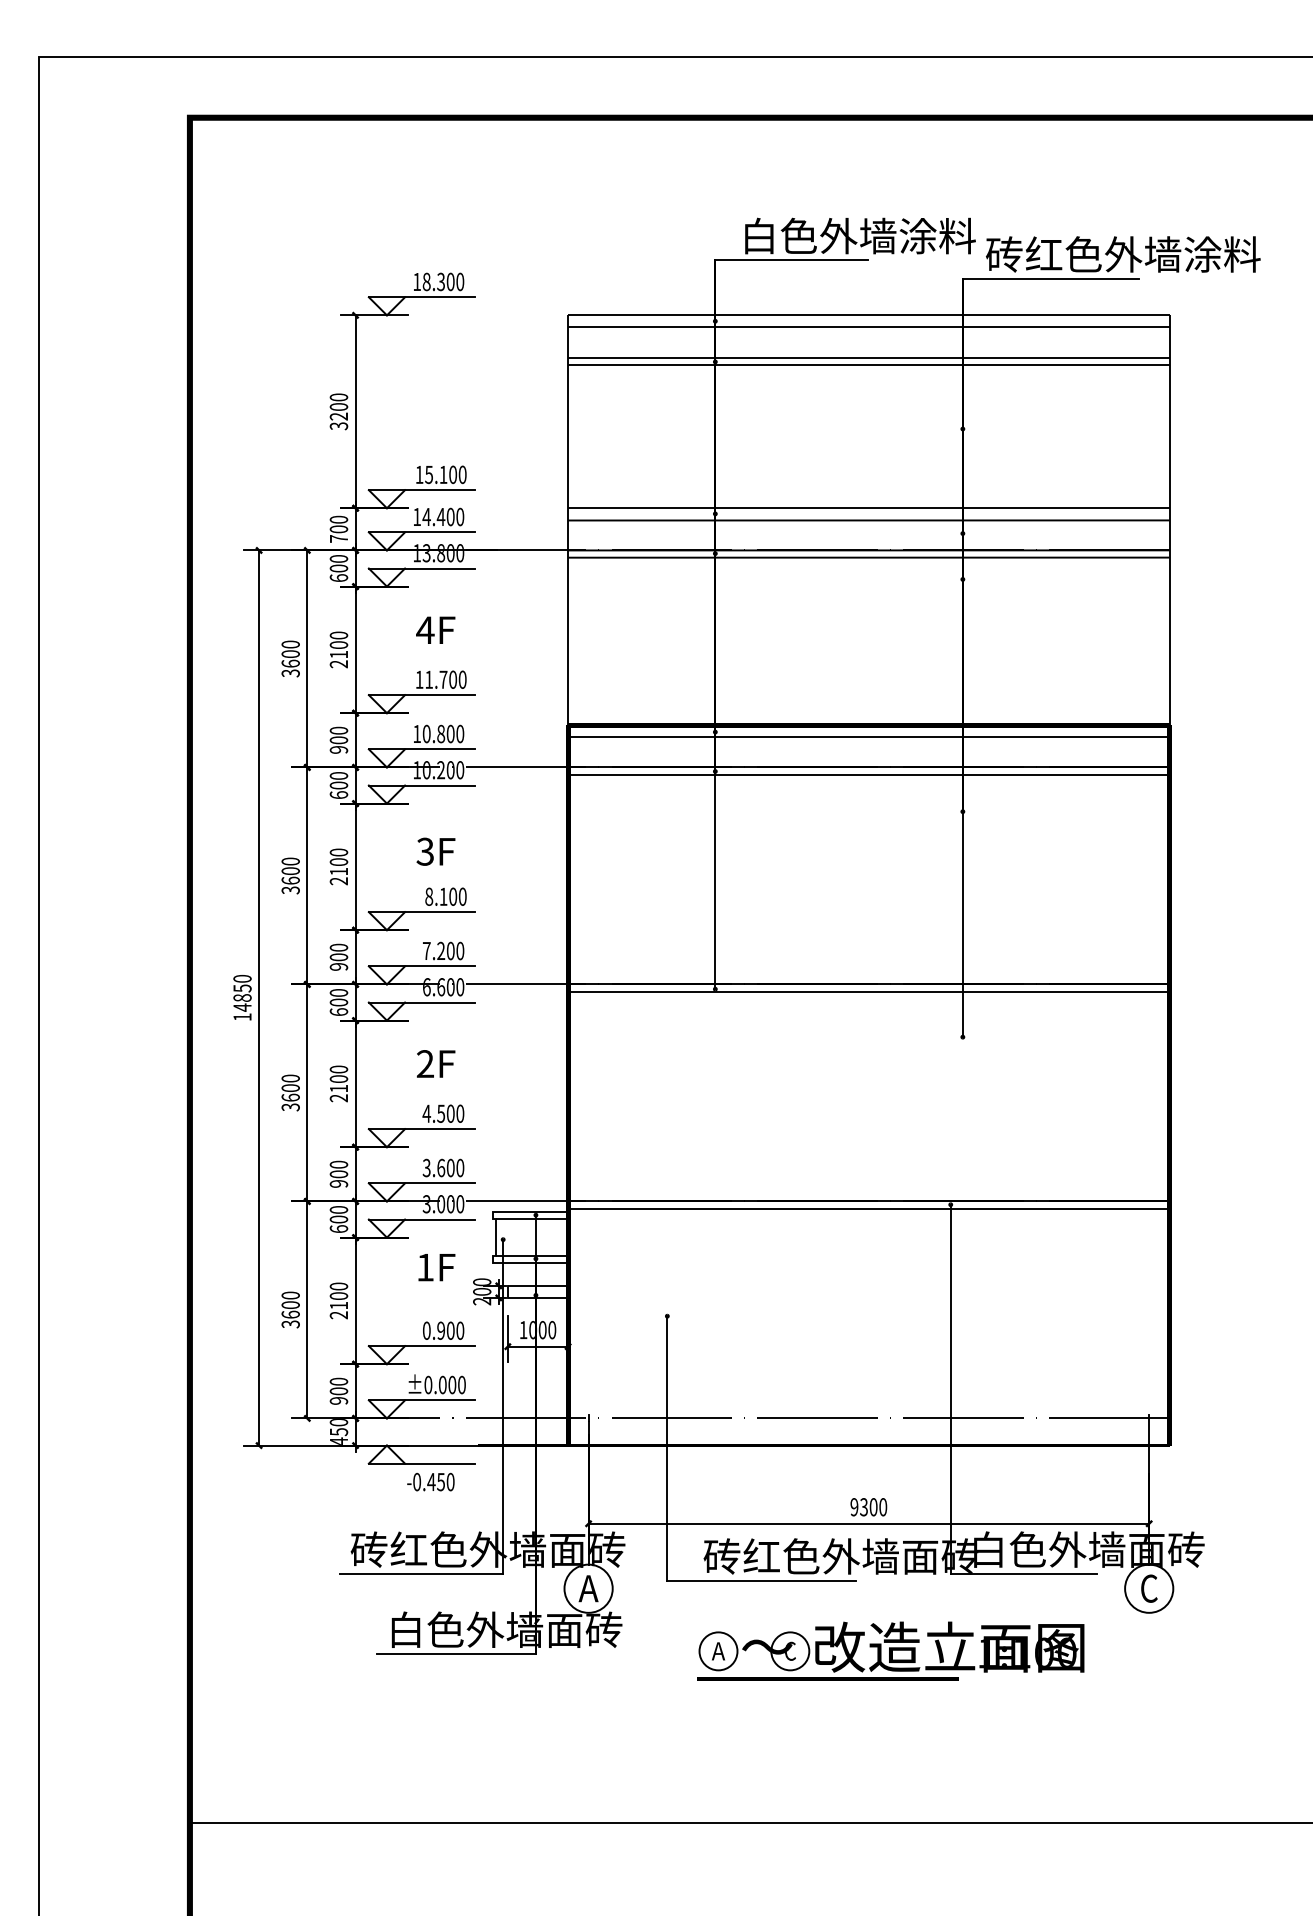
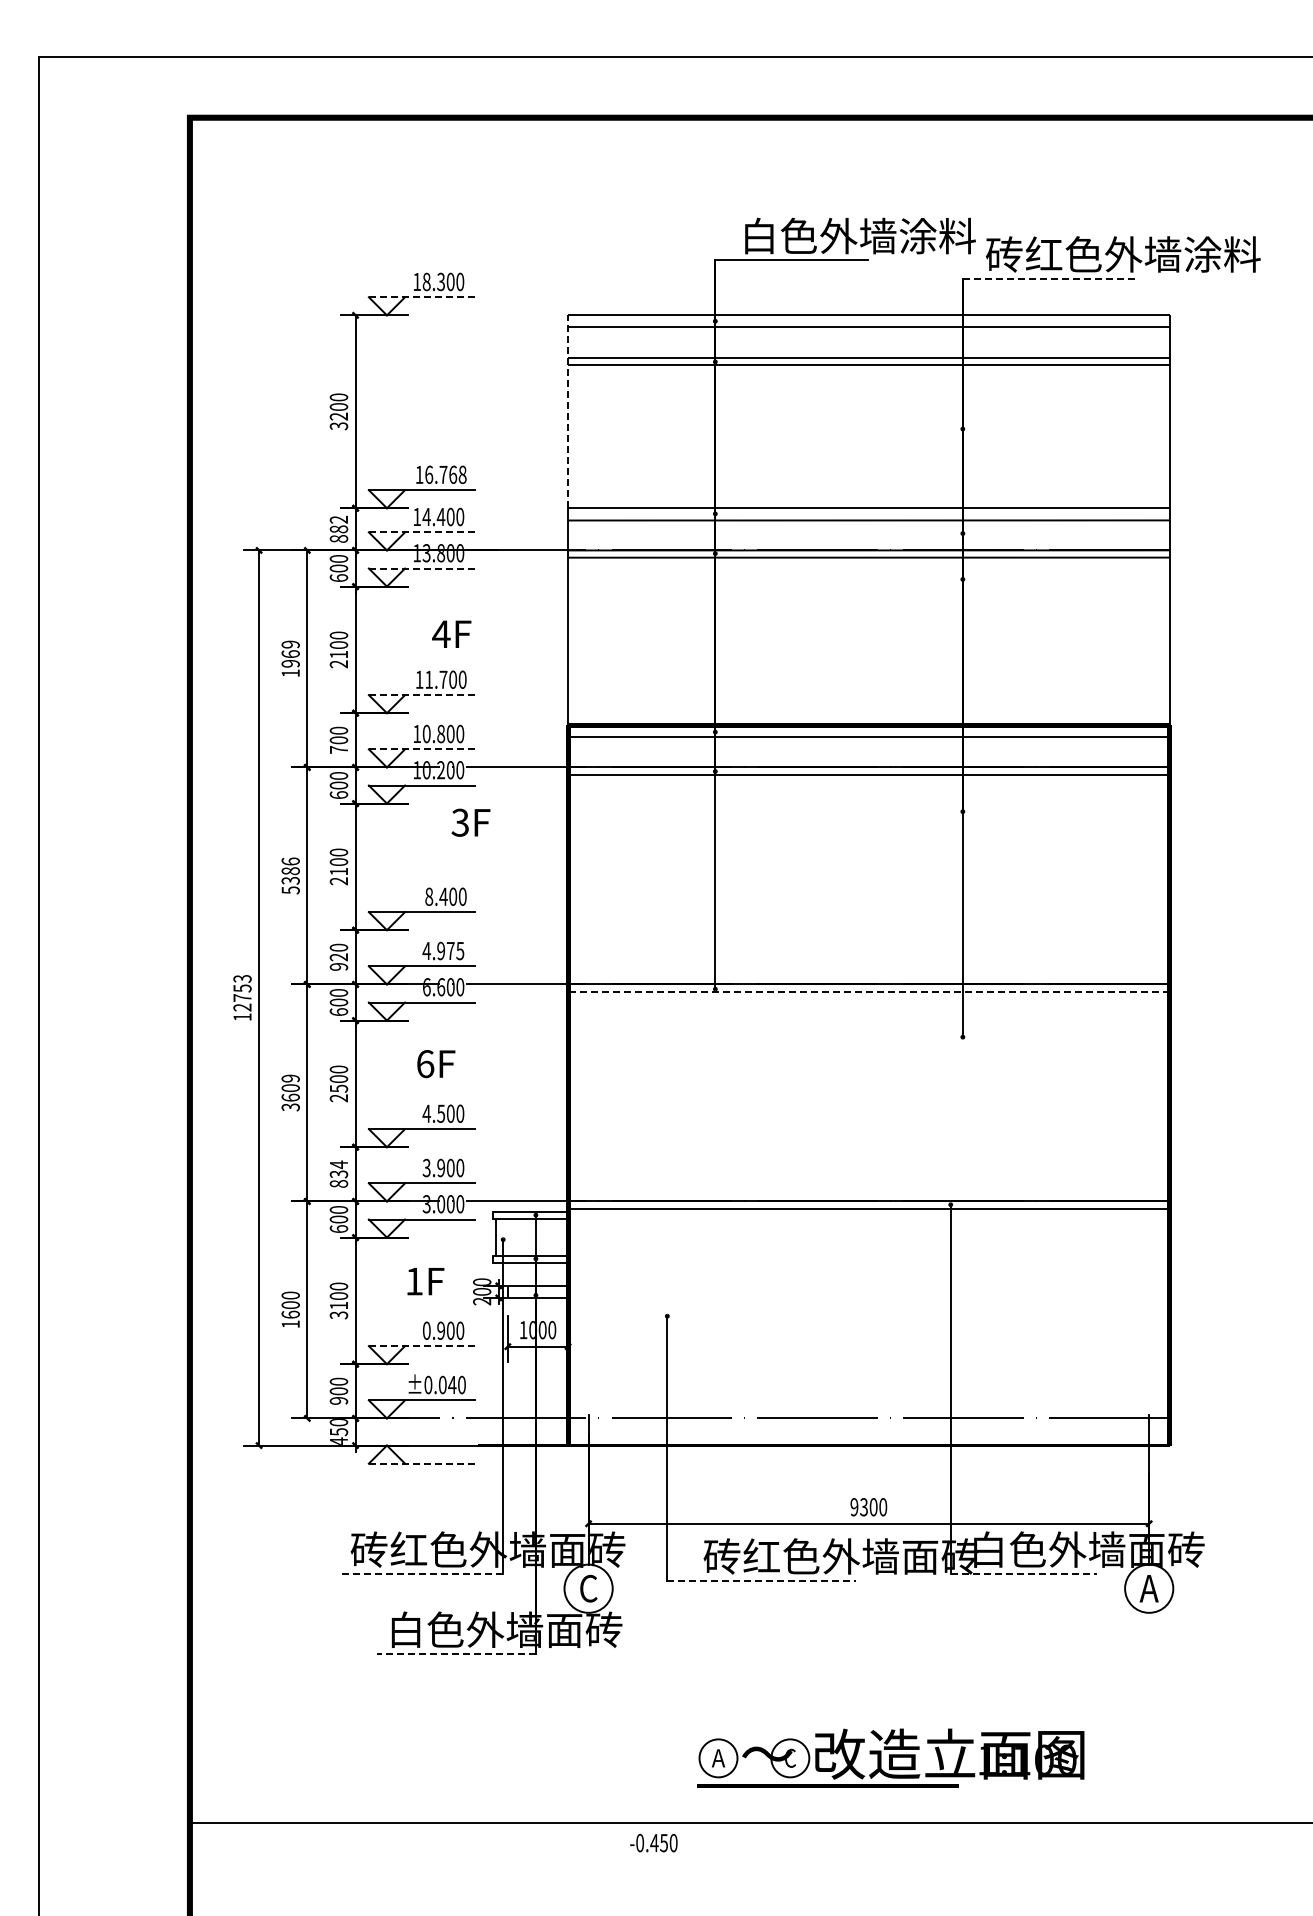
line at (1050, 278): solid -> dashed
line at (421, 297): solid -> dashed
line at (568, 411): solid -> dashed
text at (445, 474): 15.100 -> 16.768
text at (338, 528): 700 -> 882
line at (421, 532): solid -> dashed
line at (421, 568): solid -> dashed
text at (435, 629) position: (435, 629) -> (451, 633)
text at (290, 658): 3600 -> 1969
line at (421, 695): solid -> dashed
text at (338, 749): 900 -> 700
line at (421, 749): solid -> dashed
text at (435, 851) position: (435, 851) -> (470, 822)
text at (290, 875): 3600 -> 5386
text at (443, 896): 8.100 -> 8.400
text at (443, 950): 7.200 -> 4.975
text at (338, 957): 900 -> 920
line at (868, 991): solid -> dashed
text at (242, 993): 14850 -> 12753
text at (425, 1064): 2F -> 6F
text at (290, 1078): 3600 -> 3609
text at (339, 1088): 2100 -> 2500
text at (441, 1167): 3.600 -> 3.900
text at (338, 1173): 900 -> 834
text at (436, 1267) position: (436, 1267) -> (425, 1281)
text at (339, 1315): 2100 -> 3100
text at (290, 1324): 3600 -> 1600
line at (421, 1346): solid -> dashed
text at (452, 1384): ±0.000 -> ±0.040
line at (421, 1463): solid -> dashed
text at (430, 1481) position: (430, 1481) -> (653, 1842)
line at (421, 1573): solid -> dashed
line at (1024, 1573): solid -> dashed
line at (762, 1580): solid -> dashed
text at (588, 1588): A -> C
text at (1148, 1588): C -> A
part at (890, 1650) position: (890, 1650) -> (890, 1757)
line at (456, 1653): solid -> dashed
